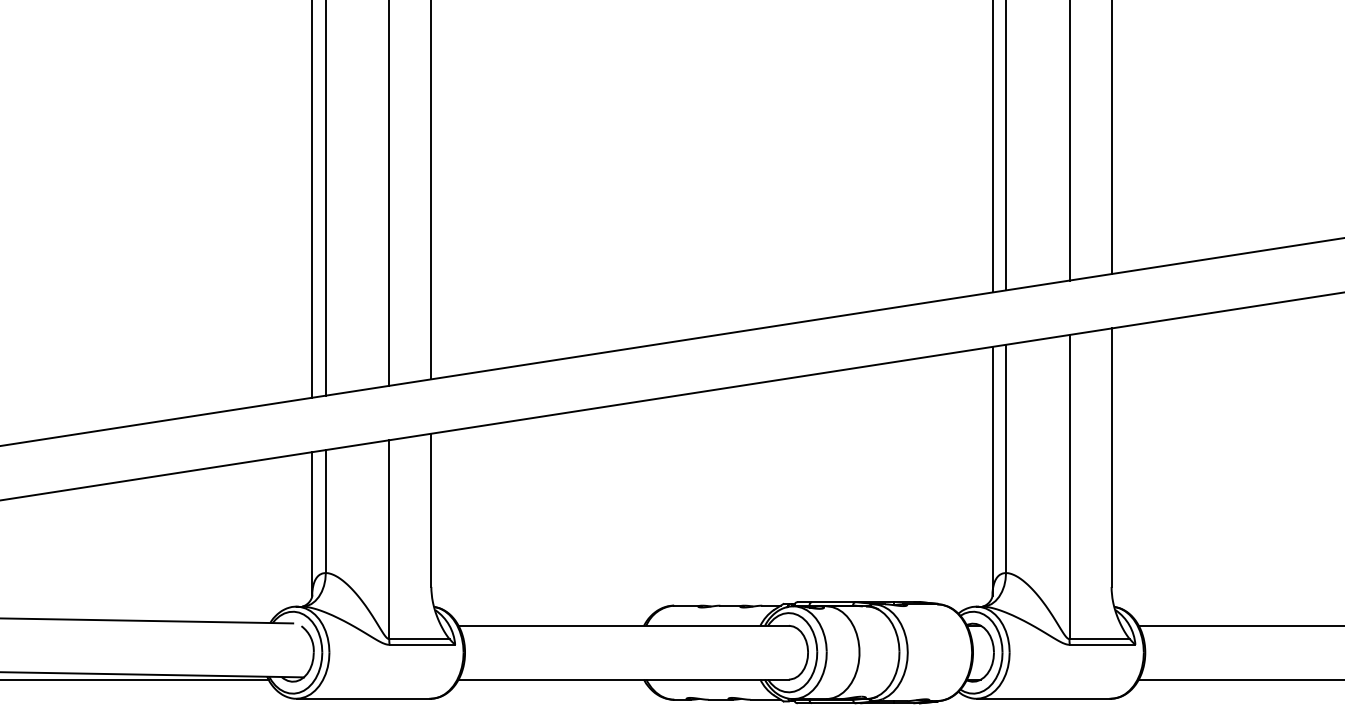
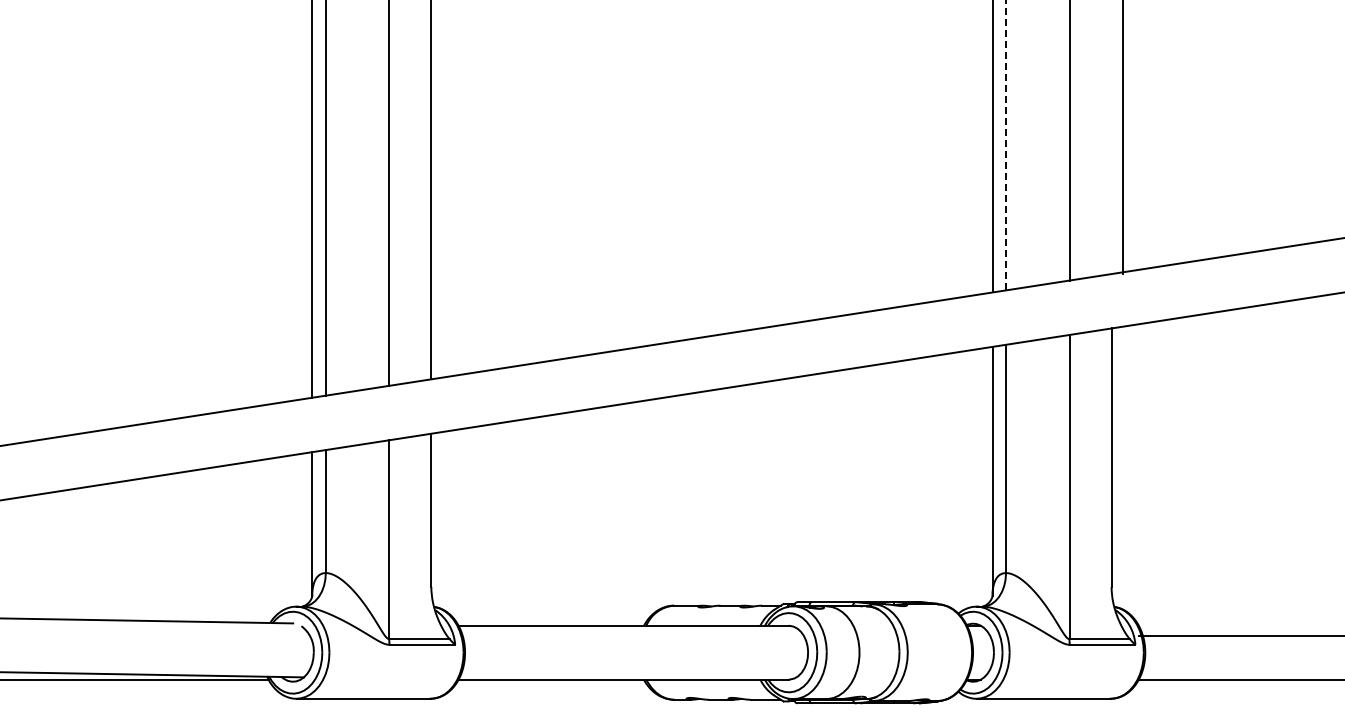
line at (1111, 138) position: (1111, 138) -> (1122, 138)
line at (1006, 145): solid -> dashed
line at (1239, 625) position: (1239, 625) -> (1239, 635)
